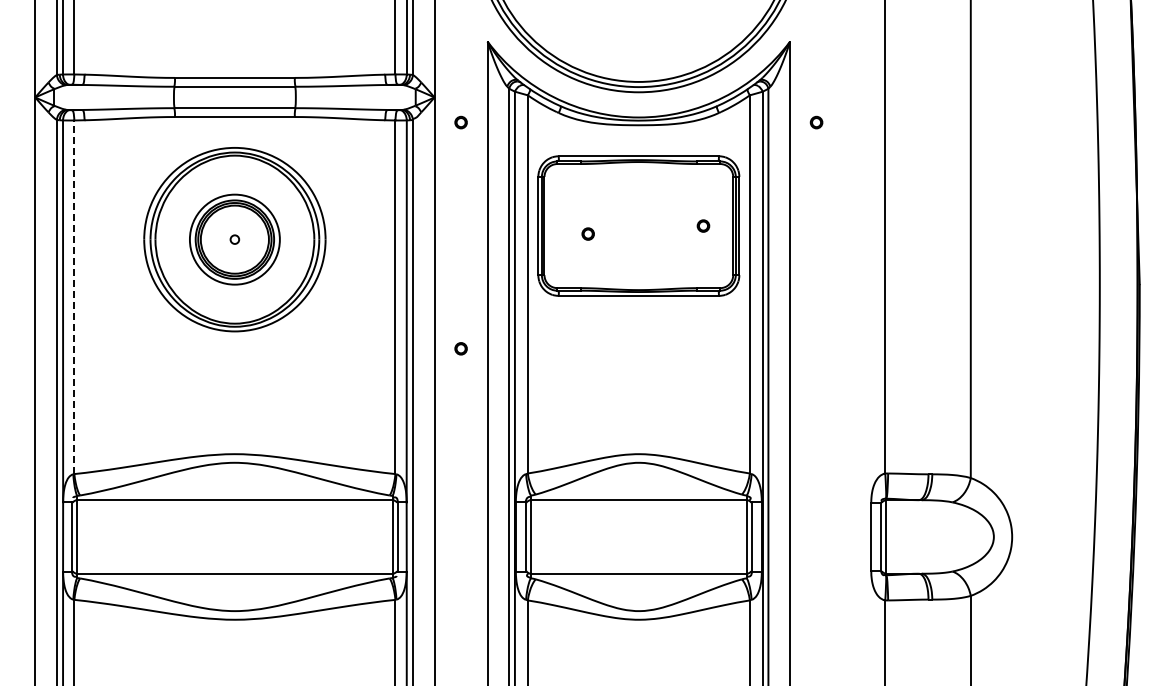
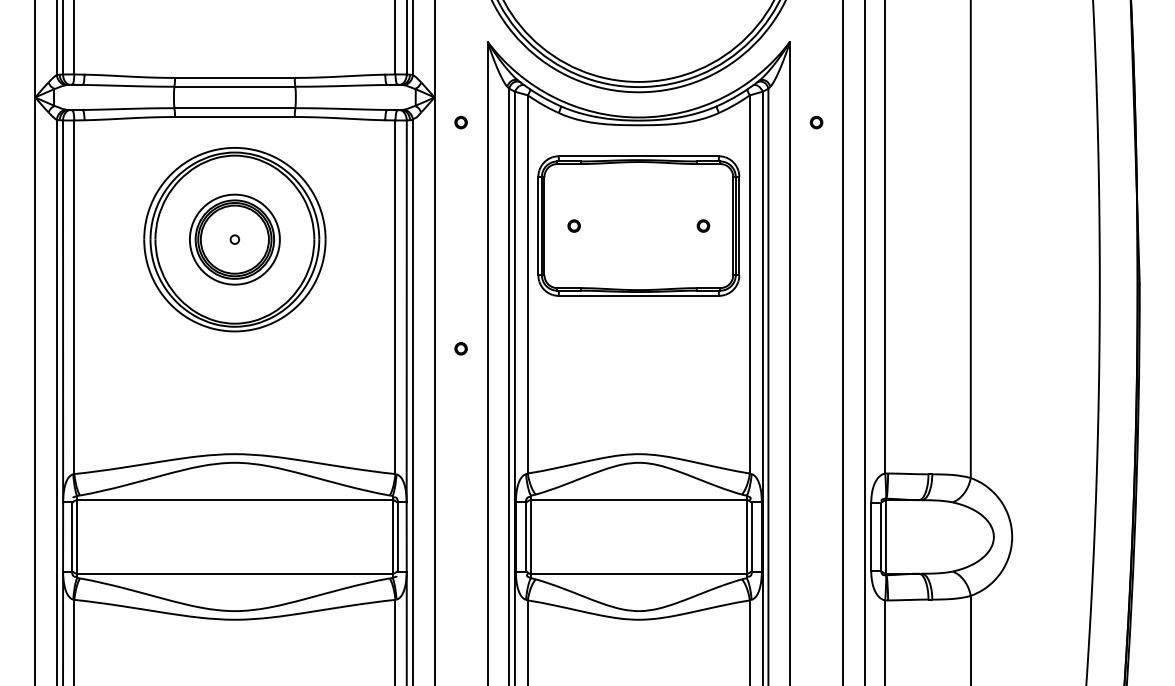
circle at (587, 233) position: (587, 233) -> (573, 225)
line at (74, 297): dashed -> solid
line at (843, 342): none -> present
line at (864, 342): none -> present
